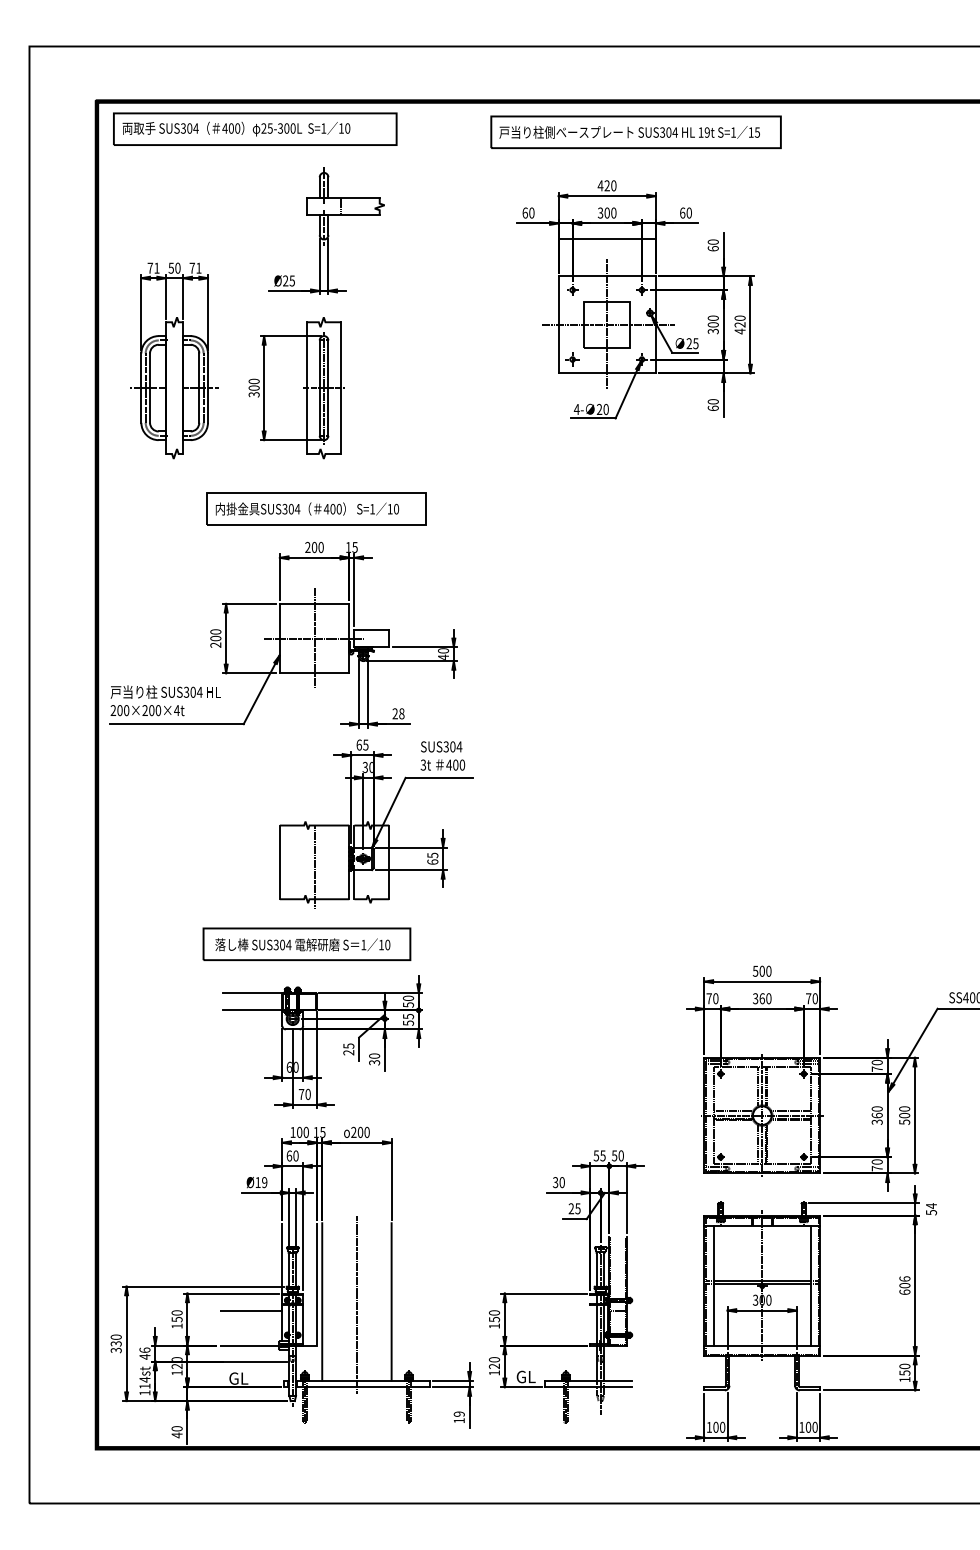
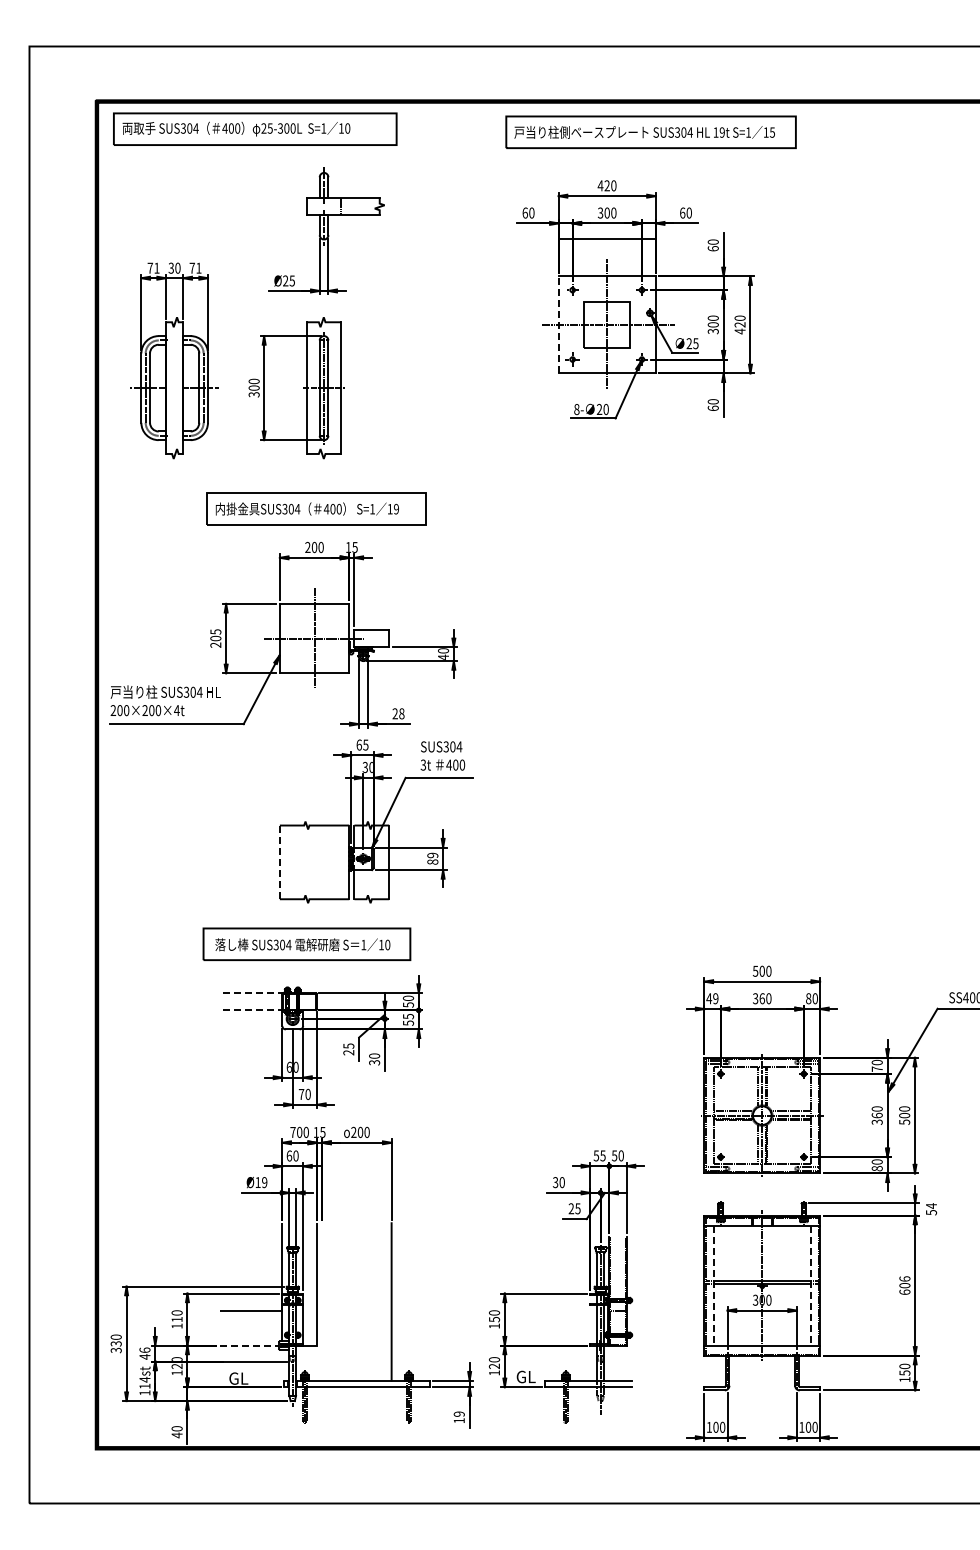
part at (635, 131) position: (635, 131) -> (650, 131)
text at (171, 267): 50 -> 30
line at (558, 324): solid -> dashed
text at (576, 409): 4- -> 8-
text at (396, 509): 10 -> 19
text at (215, 631): 200 -> 205
text at (432, 858): 65 -> 89
line at (279, 862): solid -> dashed
line at (314, 867): present -> none
line at (253, 992): solid -> dashed
text at (712, 998): 70 -> 49
text at (808, 998): 70 -> 80
line at (252, 1010): solid -> dashed
text at (292, 1132): 100 -> 700
text at (876, 1168): 70 -> 80
line at (713, 1286): solid -> dashed
line at (810, 1286): solid -> dashed
line at (322, 1301): present -> none
line at (356, 1304): present -> none
text at (176, 1319): 150 -> 110
line at (249, 1345): solid -> dashed
